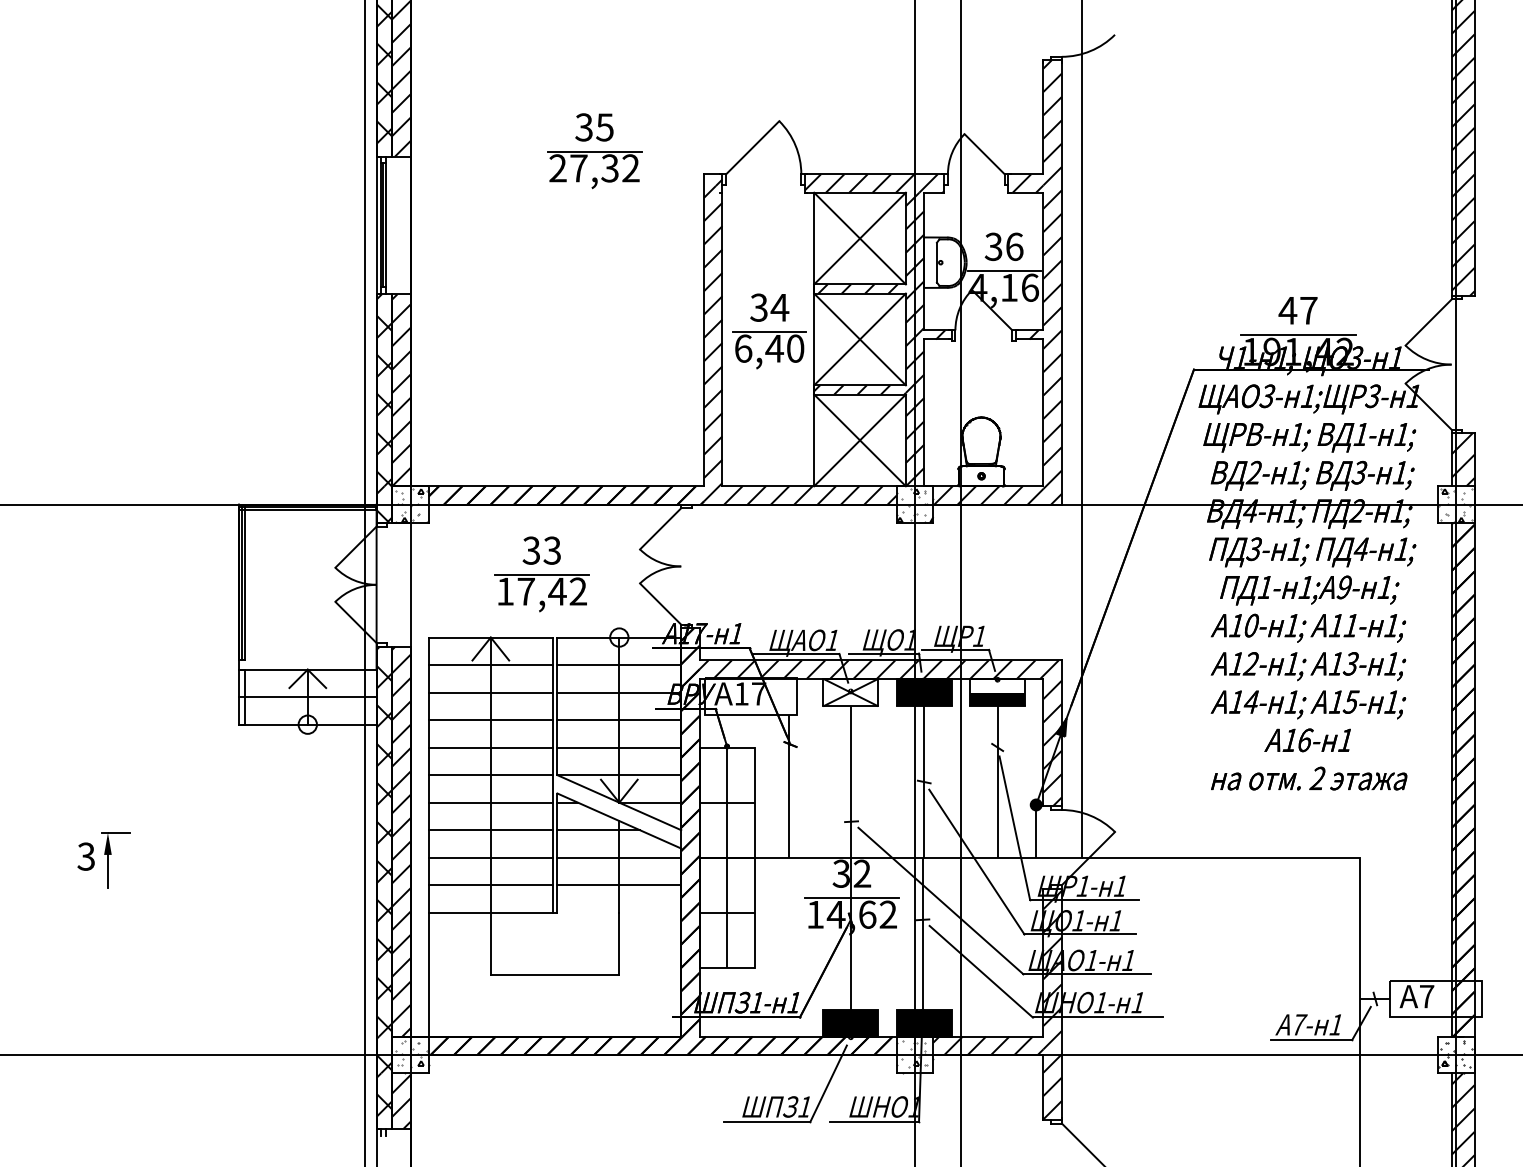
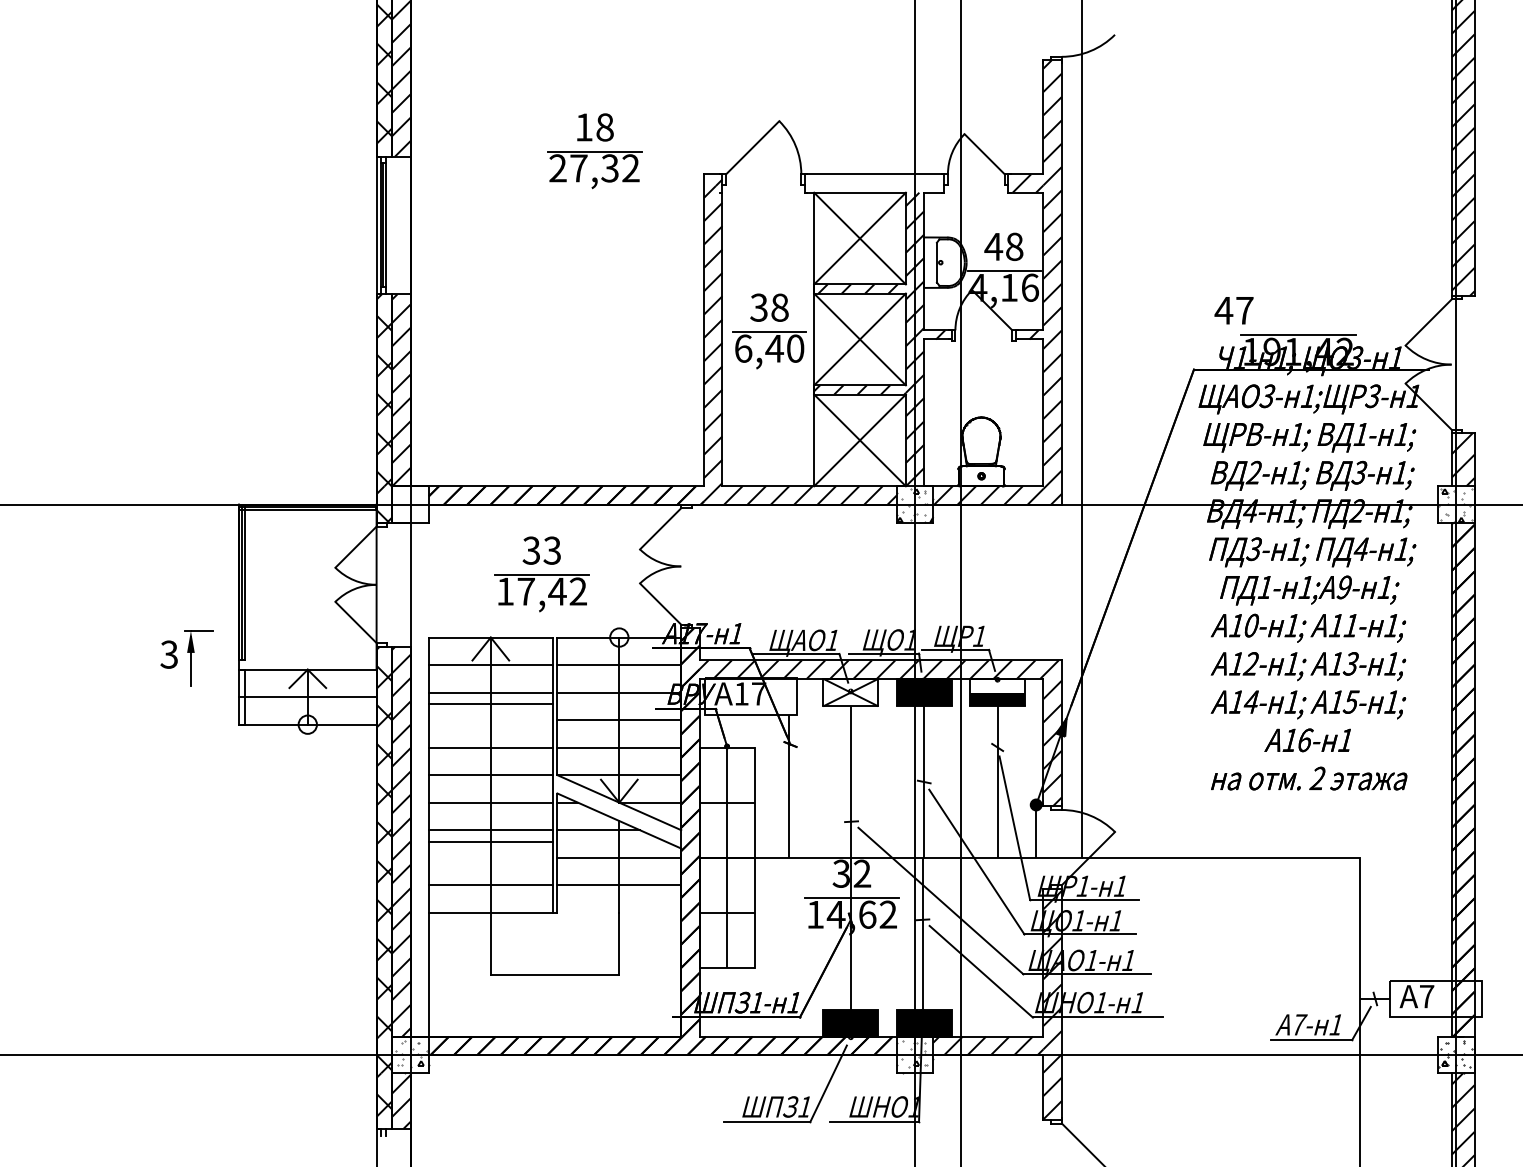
text at (594, 127): 35 -> 18
hatch at (874, 183): present -> none
text at (1003, 246): 36 -> 48
text at (779, 307): 34 -> 38
text at (1297, 310) position: (1297, 310) -> (1233, 310)
hatch at (411, 505): present -> none
line at (364, 582): present -> none
line at (490, 720) position: (490, 720) -> (490, 704)
line at (490, 857) position: (490, 857) -> (490, 841)
part at (103, 860) position: (103, 860) -> (186, 658)
